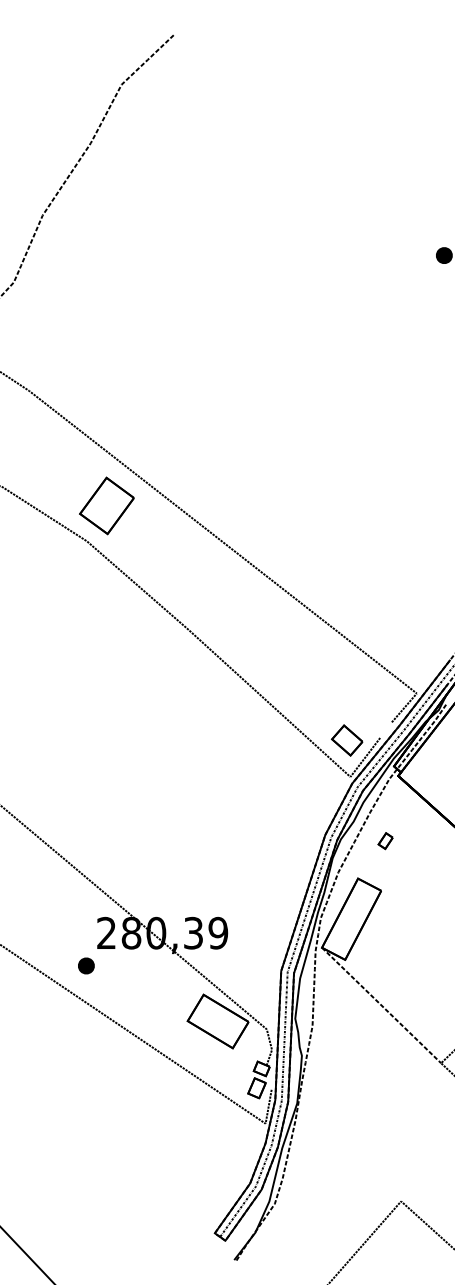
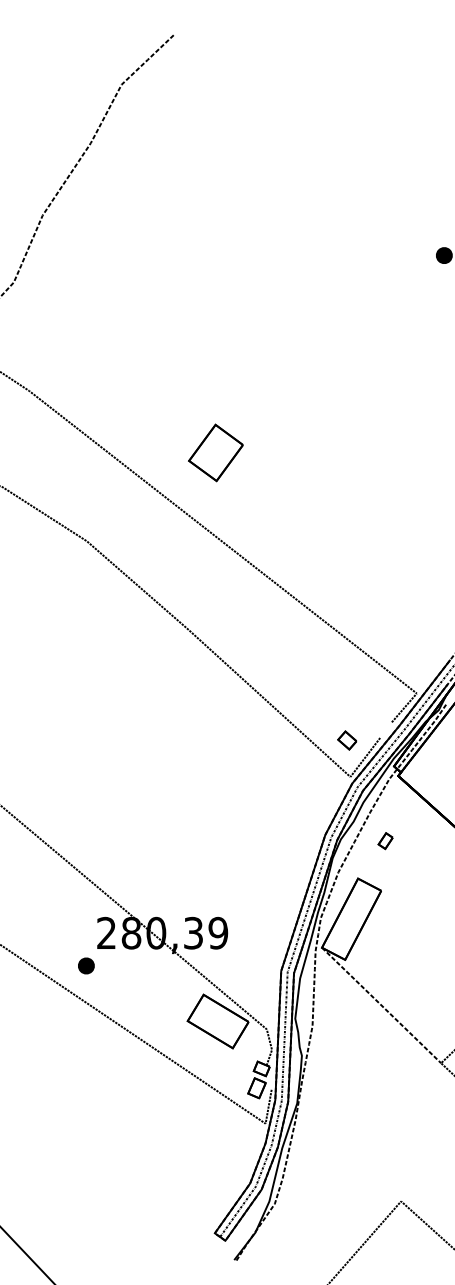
part at (106, 505) position: (106, 505) -> (215, 452)
part at (347, 740) size: 33x33 px -> 21x21 px
